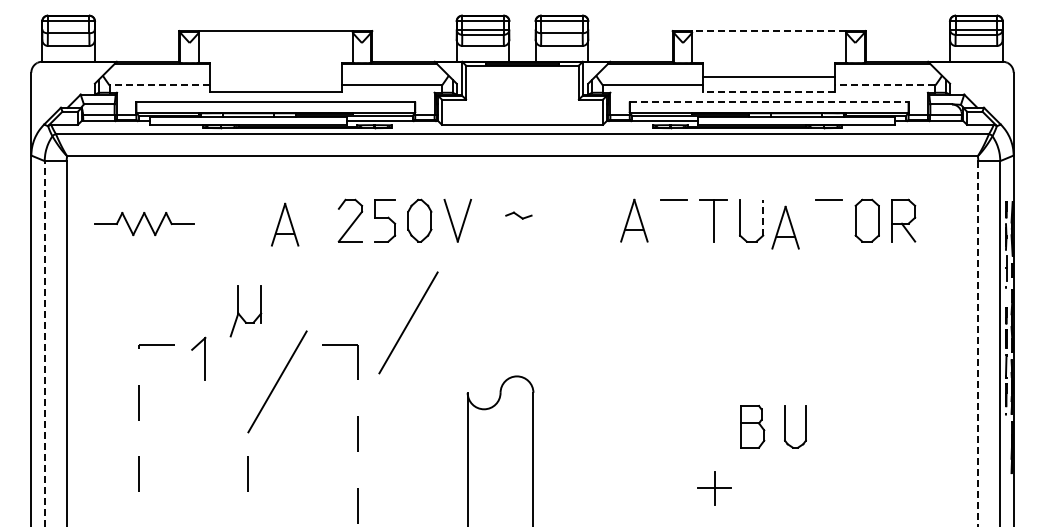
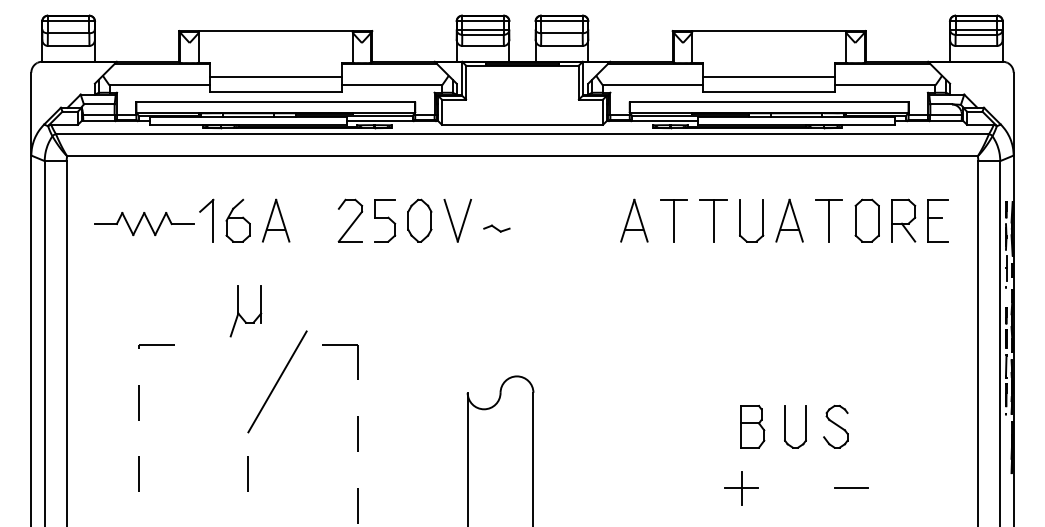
line at (769, 31): dashed -> solid
line at (275, 77): none -> present
line at (159, 85): dashed -> solid
line at (884, 85): dashed -> solid
line at (769, 92): dashed -> solid
line at (769, 101): dashed -> solid
part at (518, 215) position: (518, 215) -> (496, 228)
line at (763, 217): dashed -> solid
part at (237, 220): none -> present
line at (674, 220): none -> present
line at (829, 220): none -> present
part at (937, 220): none -> present
part at (285, 224) position: (285, 224) -> (276, 220)
part at (785, 227) position: (785, 227) -> (789, 220)
line at (408, 322): present -> none
line at (978, 343): dashed -> solid
line at (44, 344): dashed -> solid
part at (198, 358) position: (198, 358) -> (206, 220)
part at (835, 426): none -> present
part at (714, 488) position: (714, 488) -> (741, 488)
line at (850, 488): none -> present
